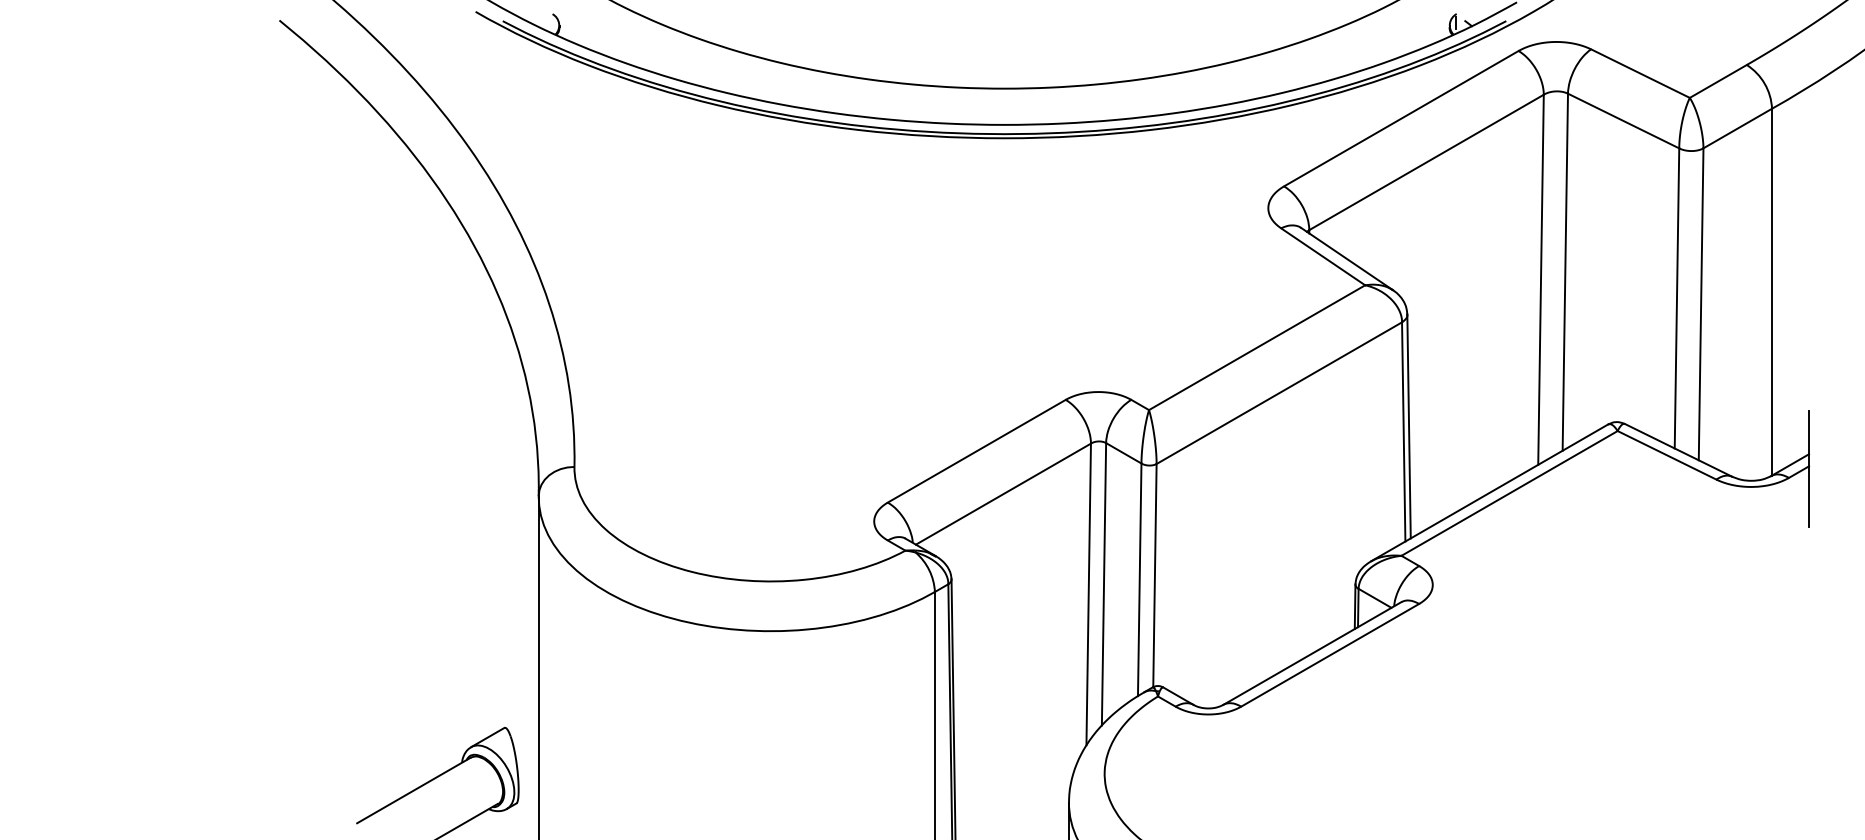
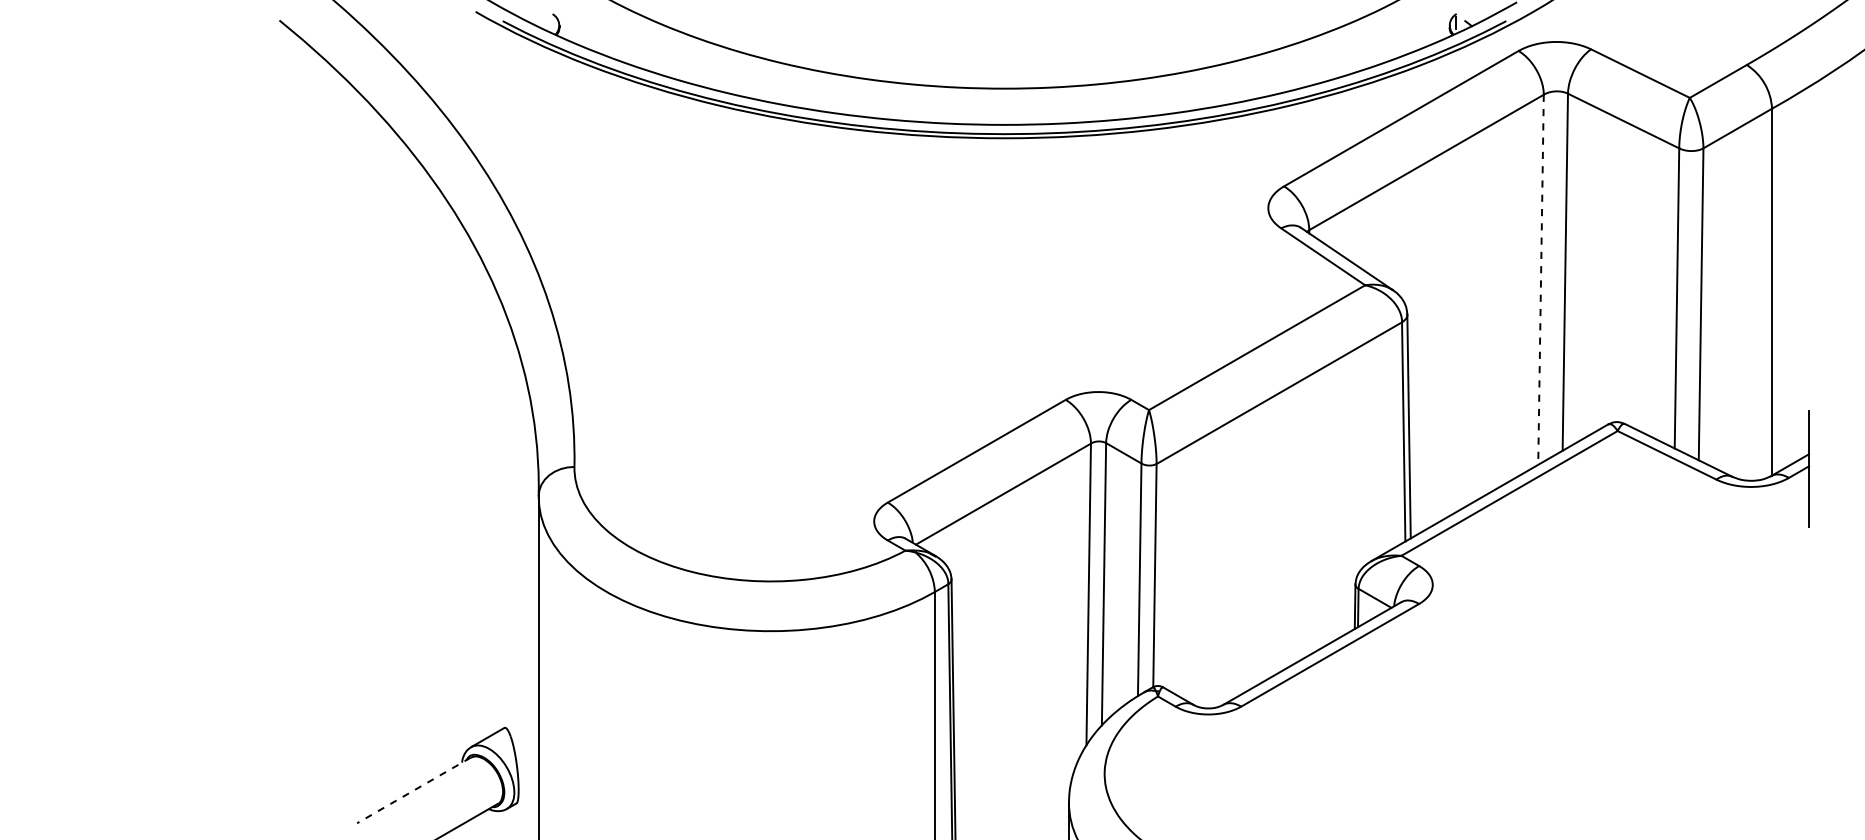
line at (1541, 280): solid -> dashed
line at (413, 790): solid -> dashed
